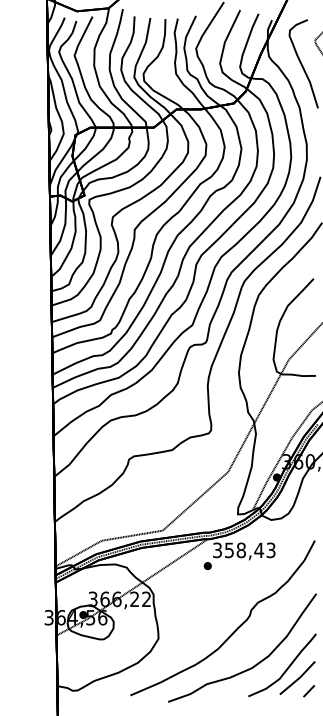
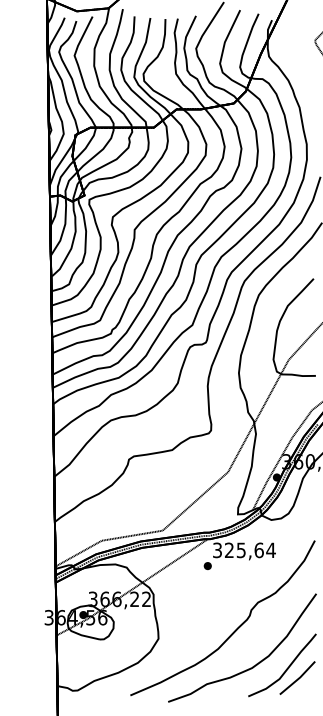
curve at (302, 63): present -> none
text at (250, 550): 358,43 -> 325,64
line at (308, 691): present -> none
